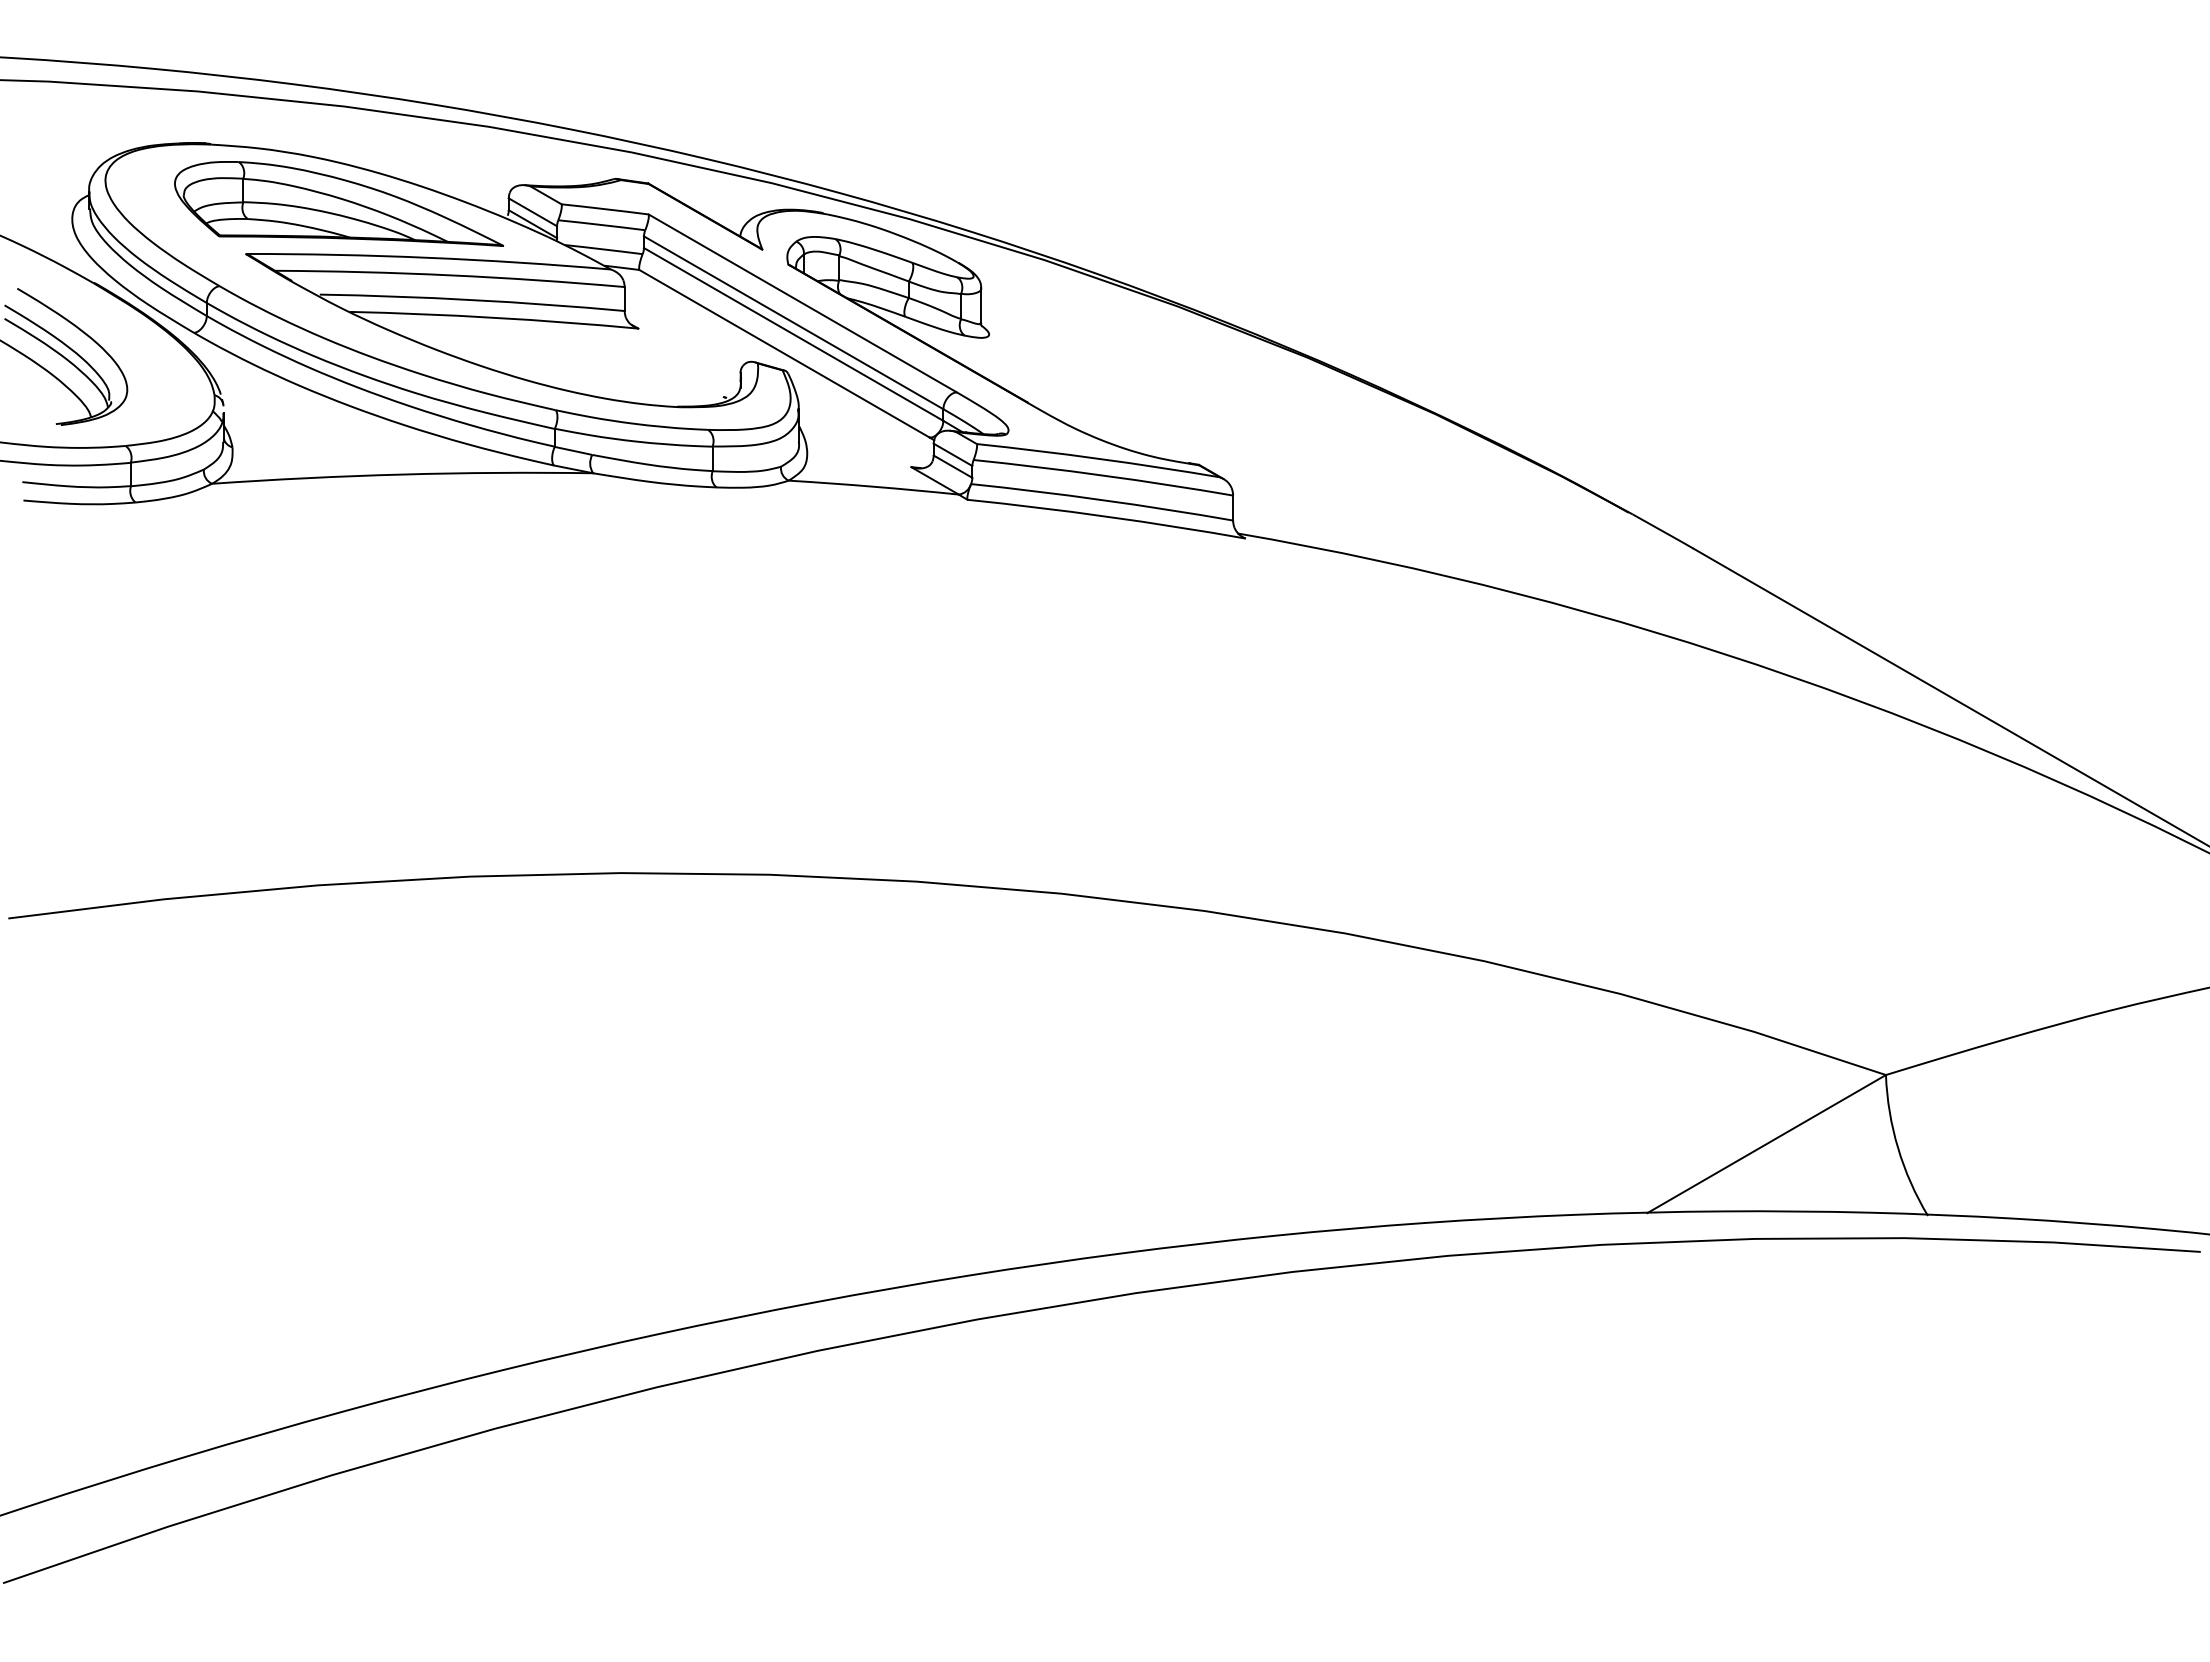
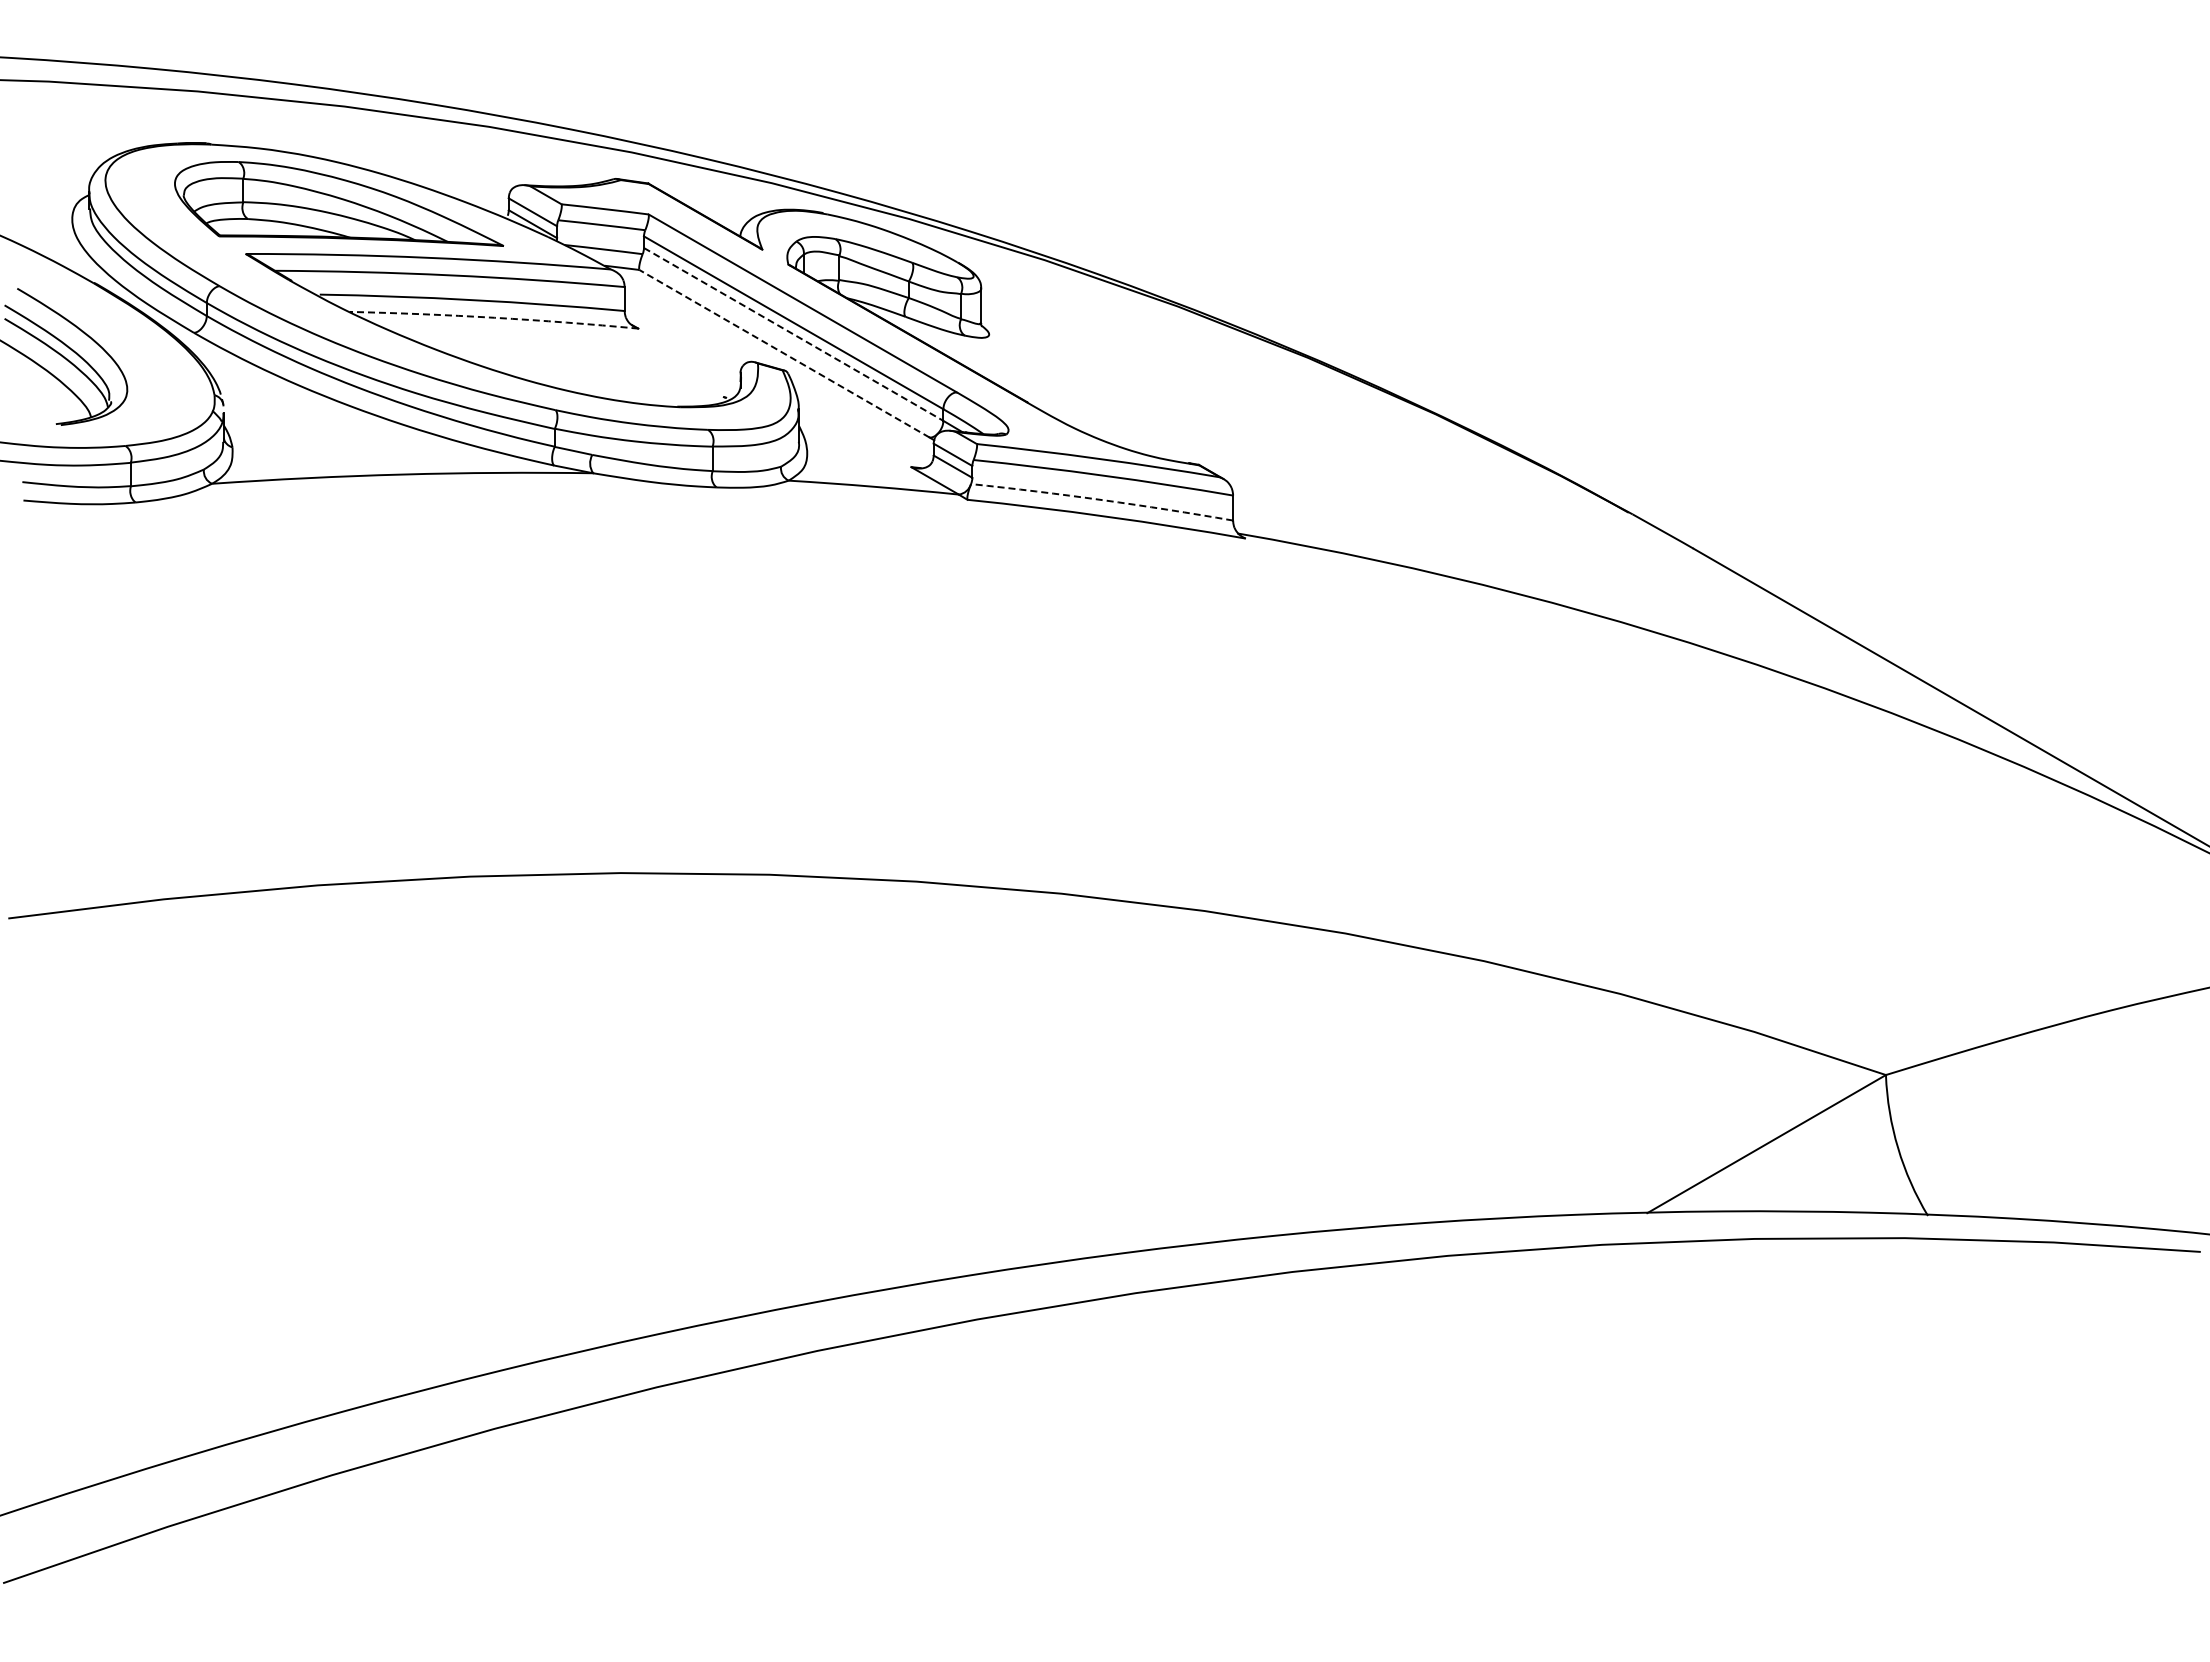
arc at (494, 317): solid -> dashed
line at (793, 334): solid -> dashed
line at (784, 353): solid -> dashed
arc at (1102, 500): solid -> dashed
